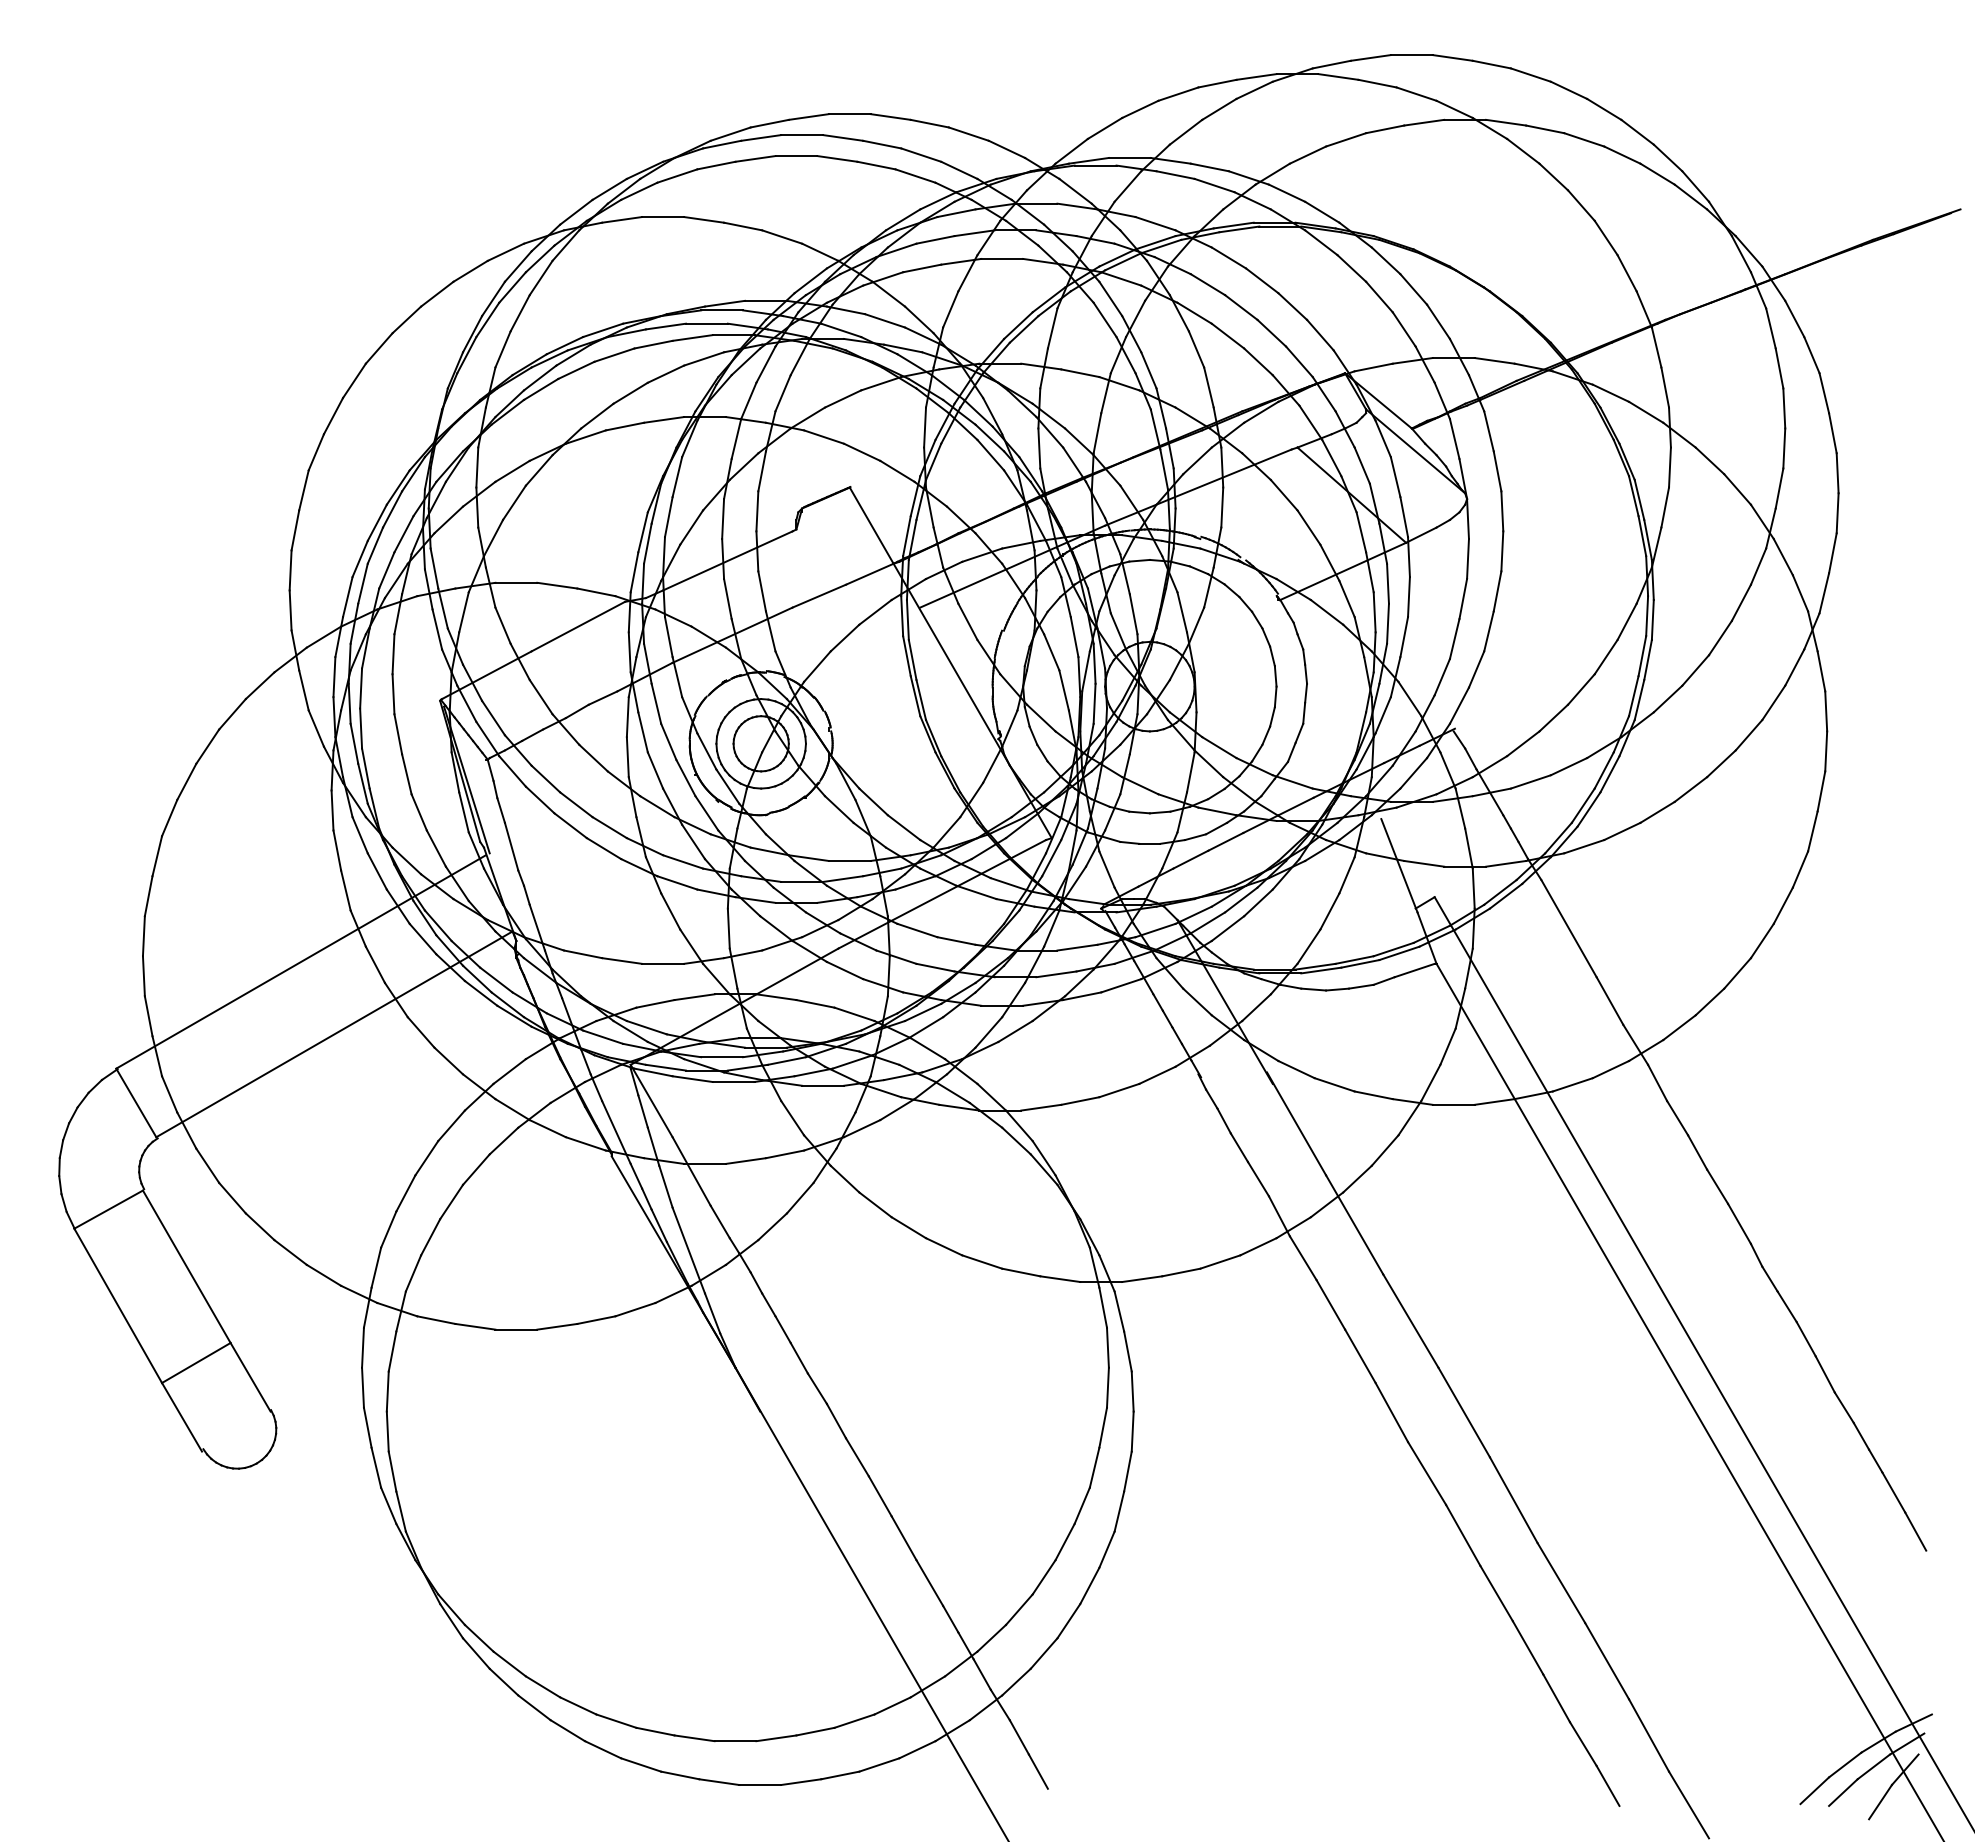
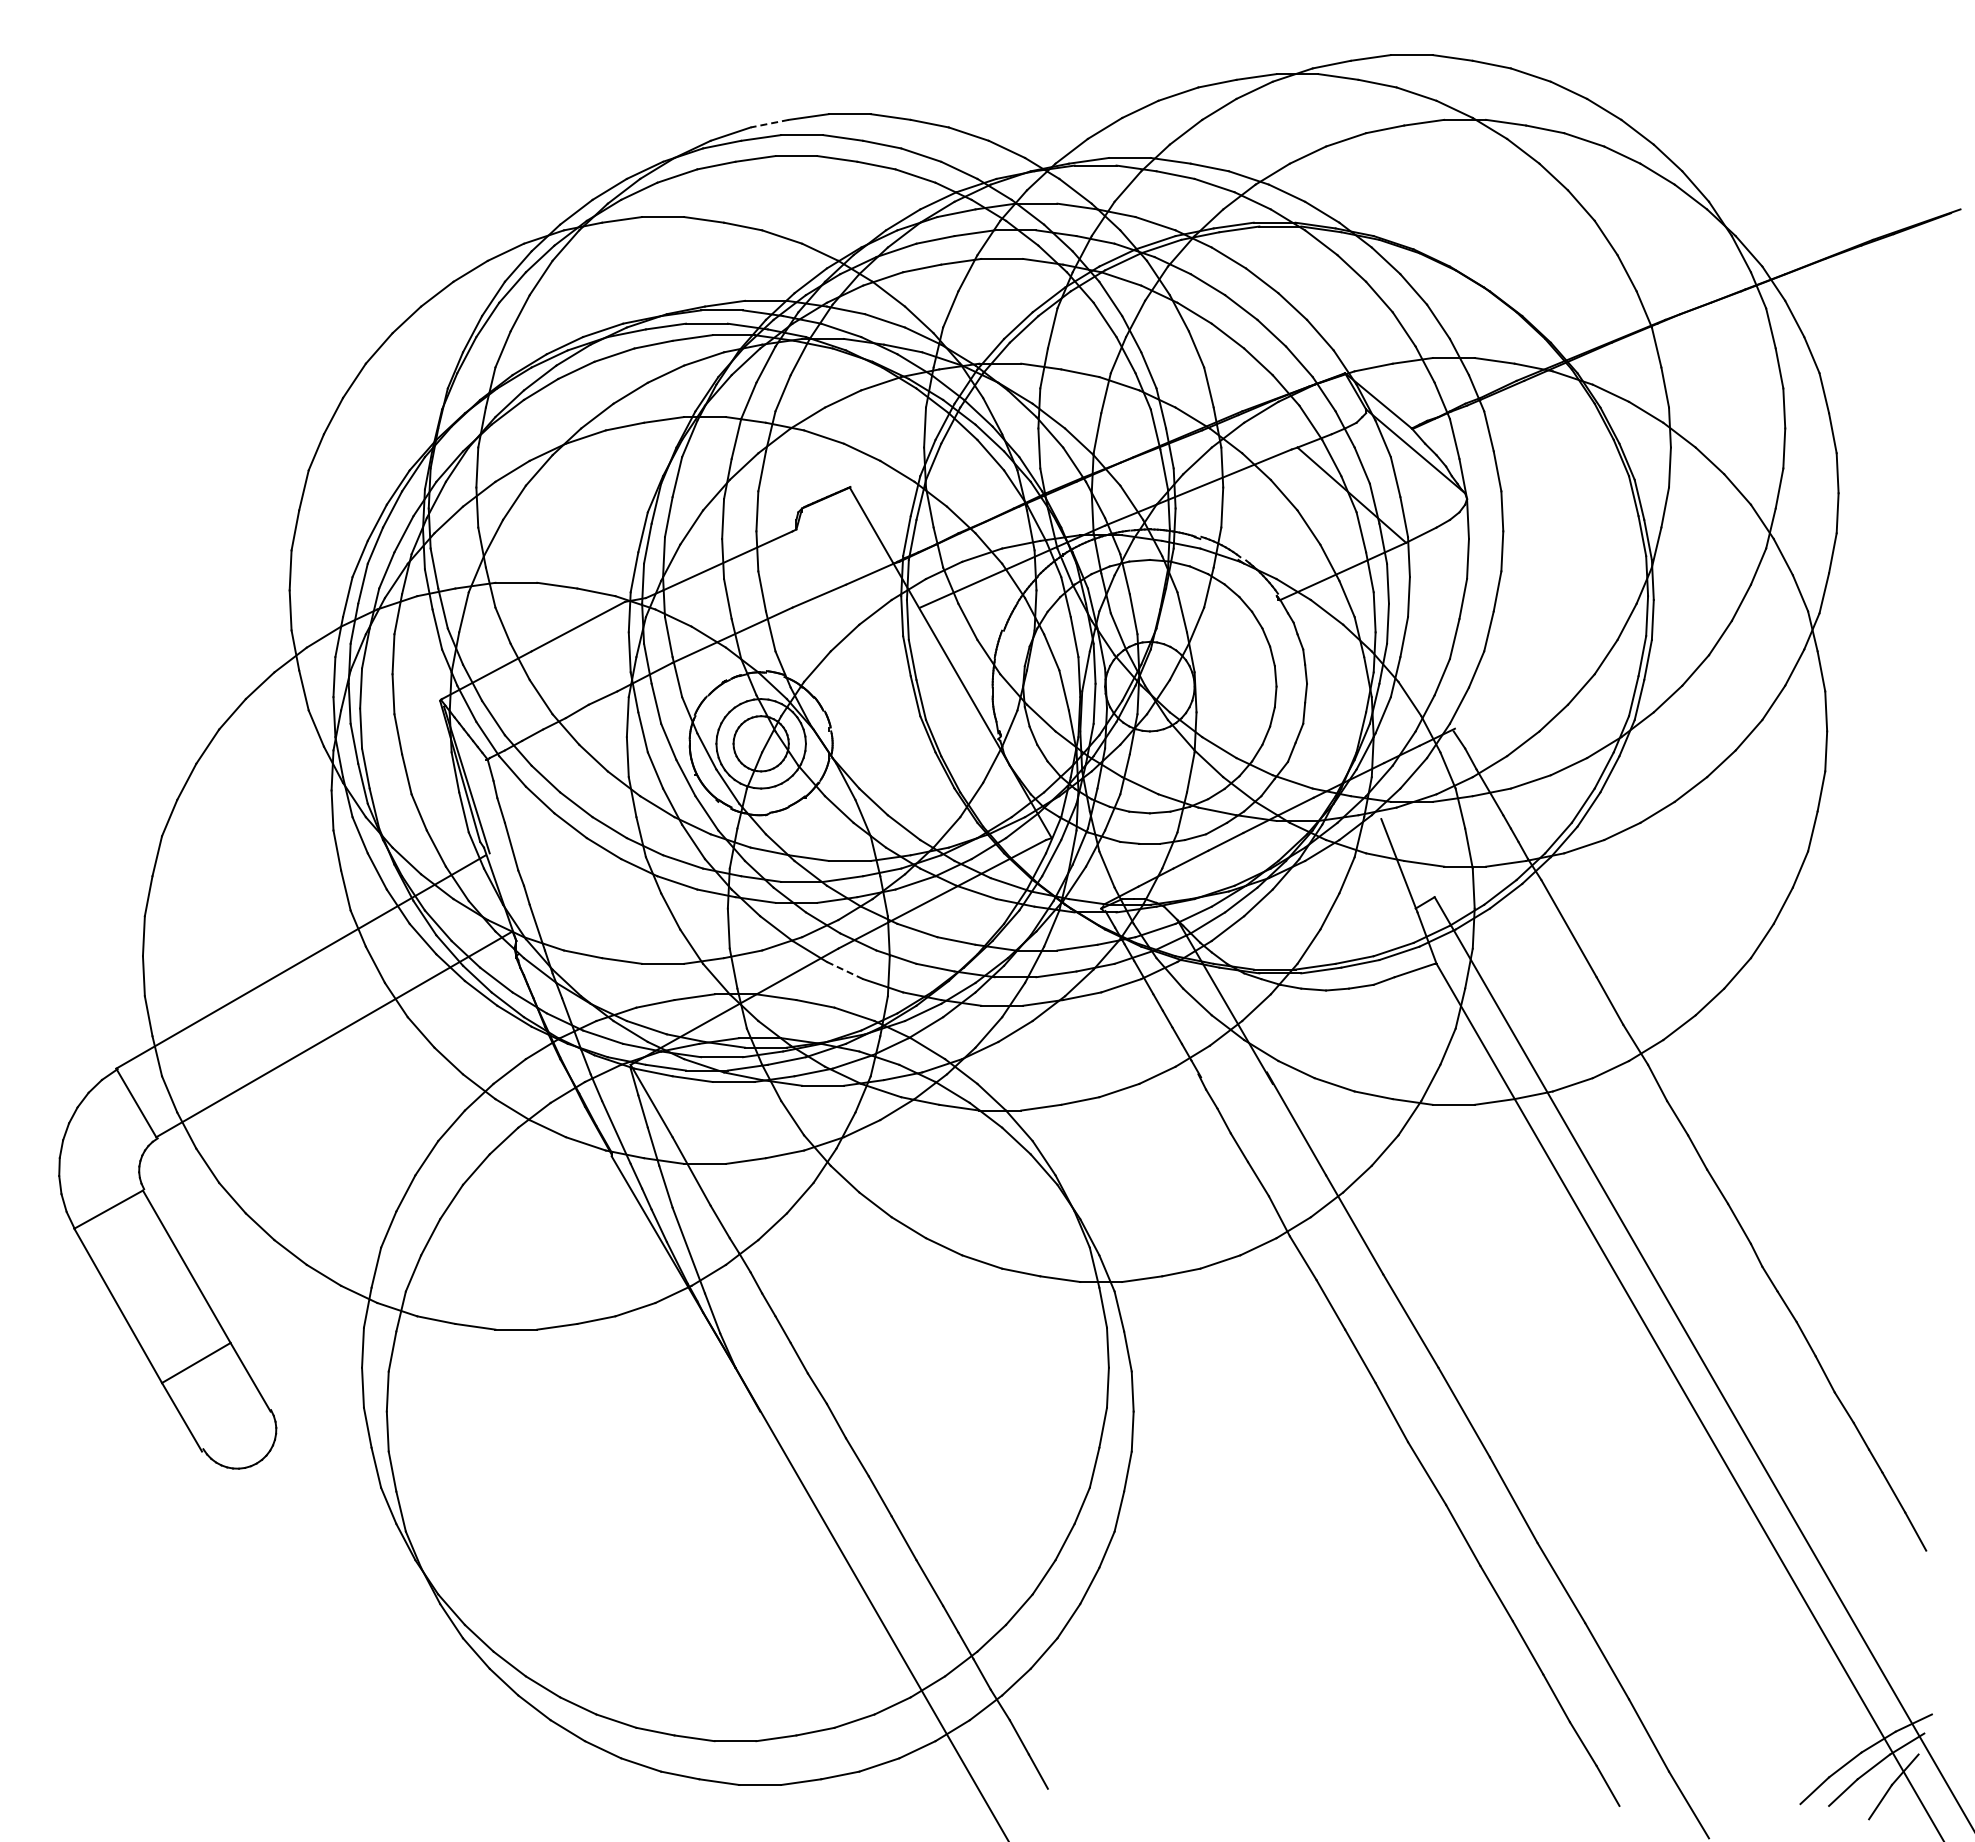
line at (769, 123): solid -> dashed
line at (845, 970): solid -> dashed
